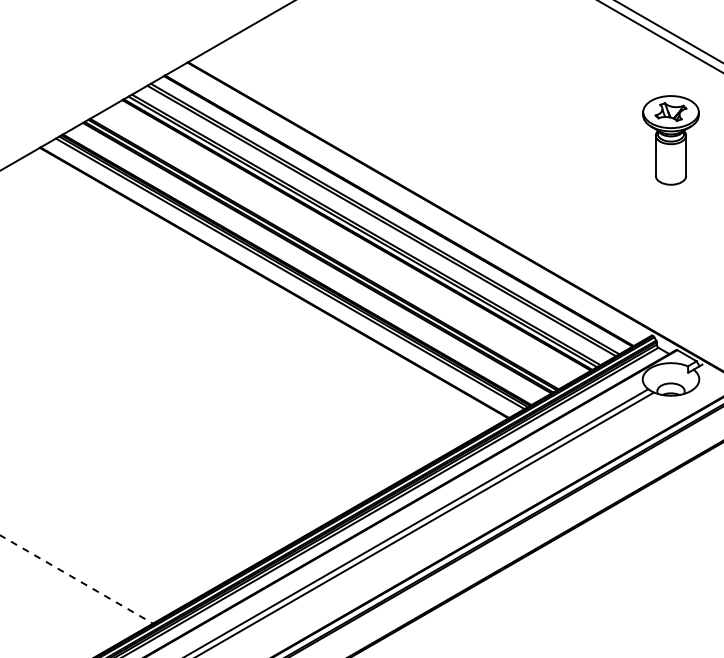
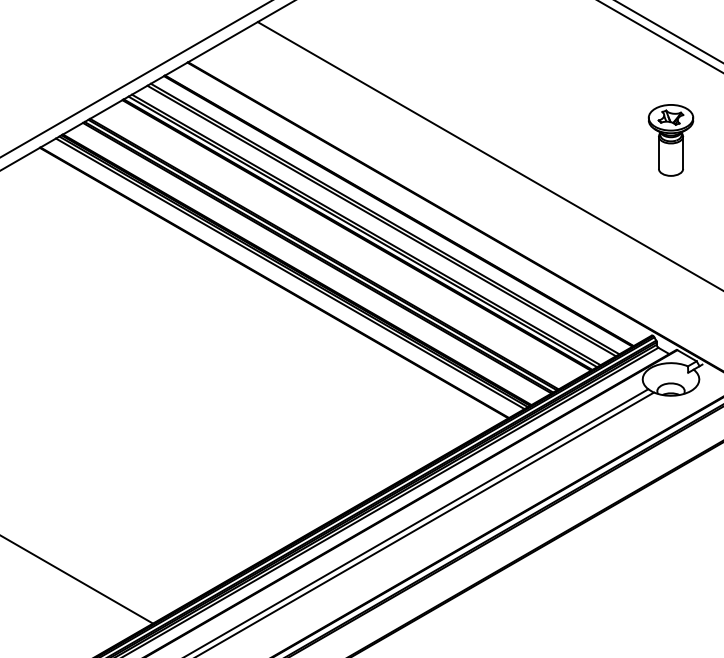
line at (135, 79): none -> present
part at (670, 140) size: 58x91 px -> 48x73 px
line at (488, 155): none -> present
line at (76, 579): dashed -> solid
